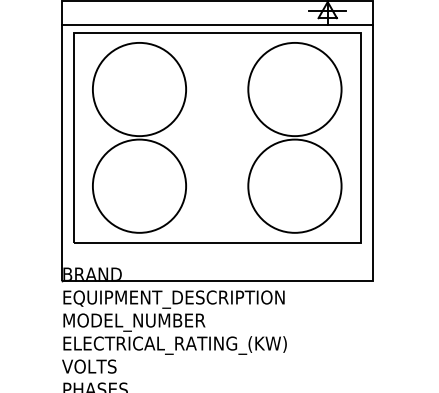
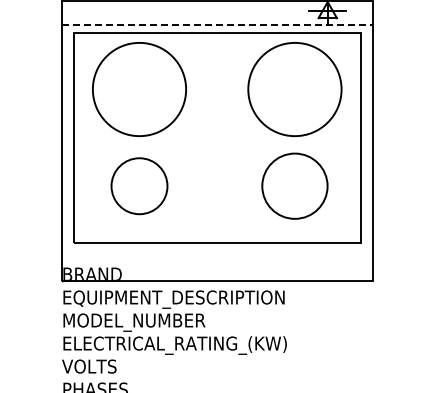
line at (217, 25): solid -> dashed
circle at (139, 185) diameter: 93 px -> 56 px
circle at (294, 185) diameter: 93 px -> 65 px
